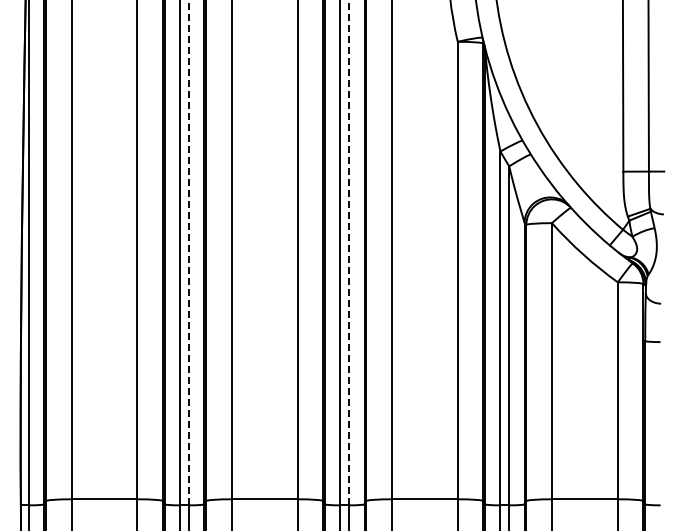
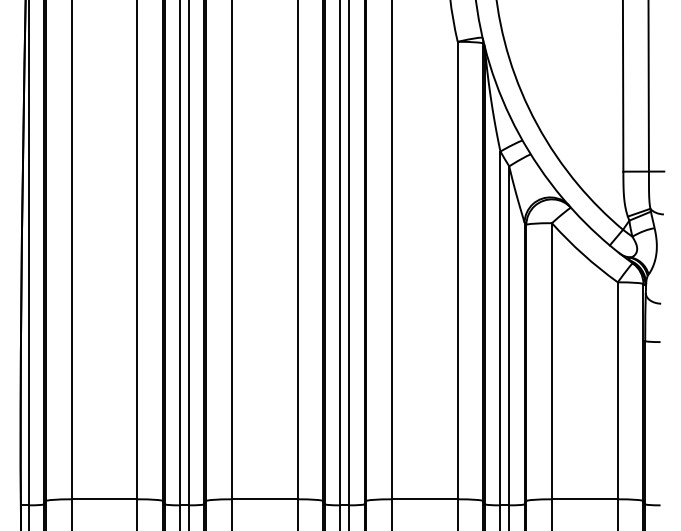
line at (189, 252): dashed -> solid
line at (349, 252): dashed -> solid
